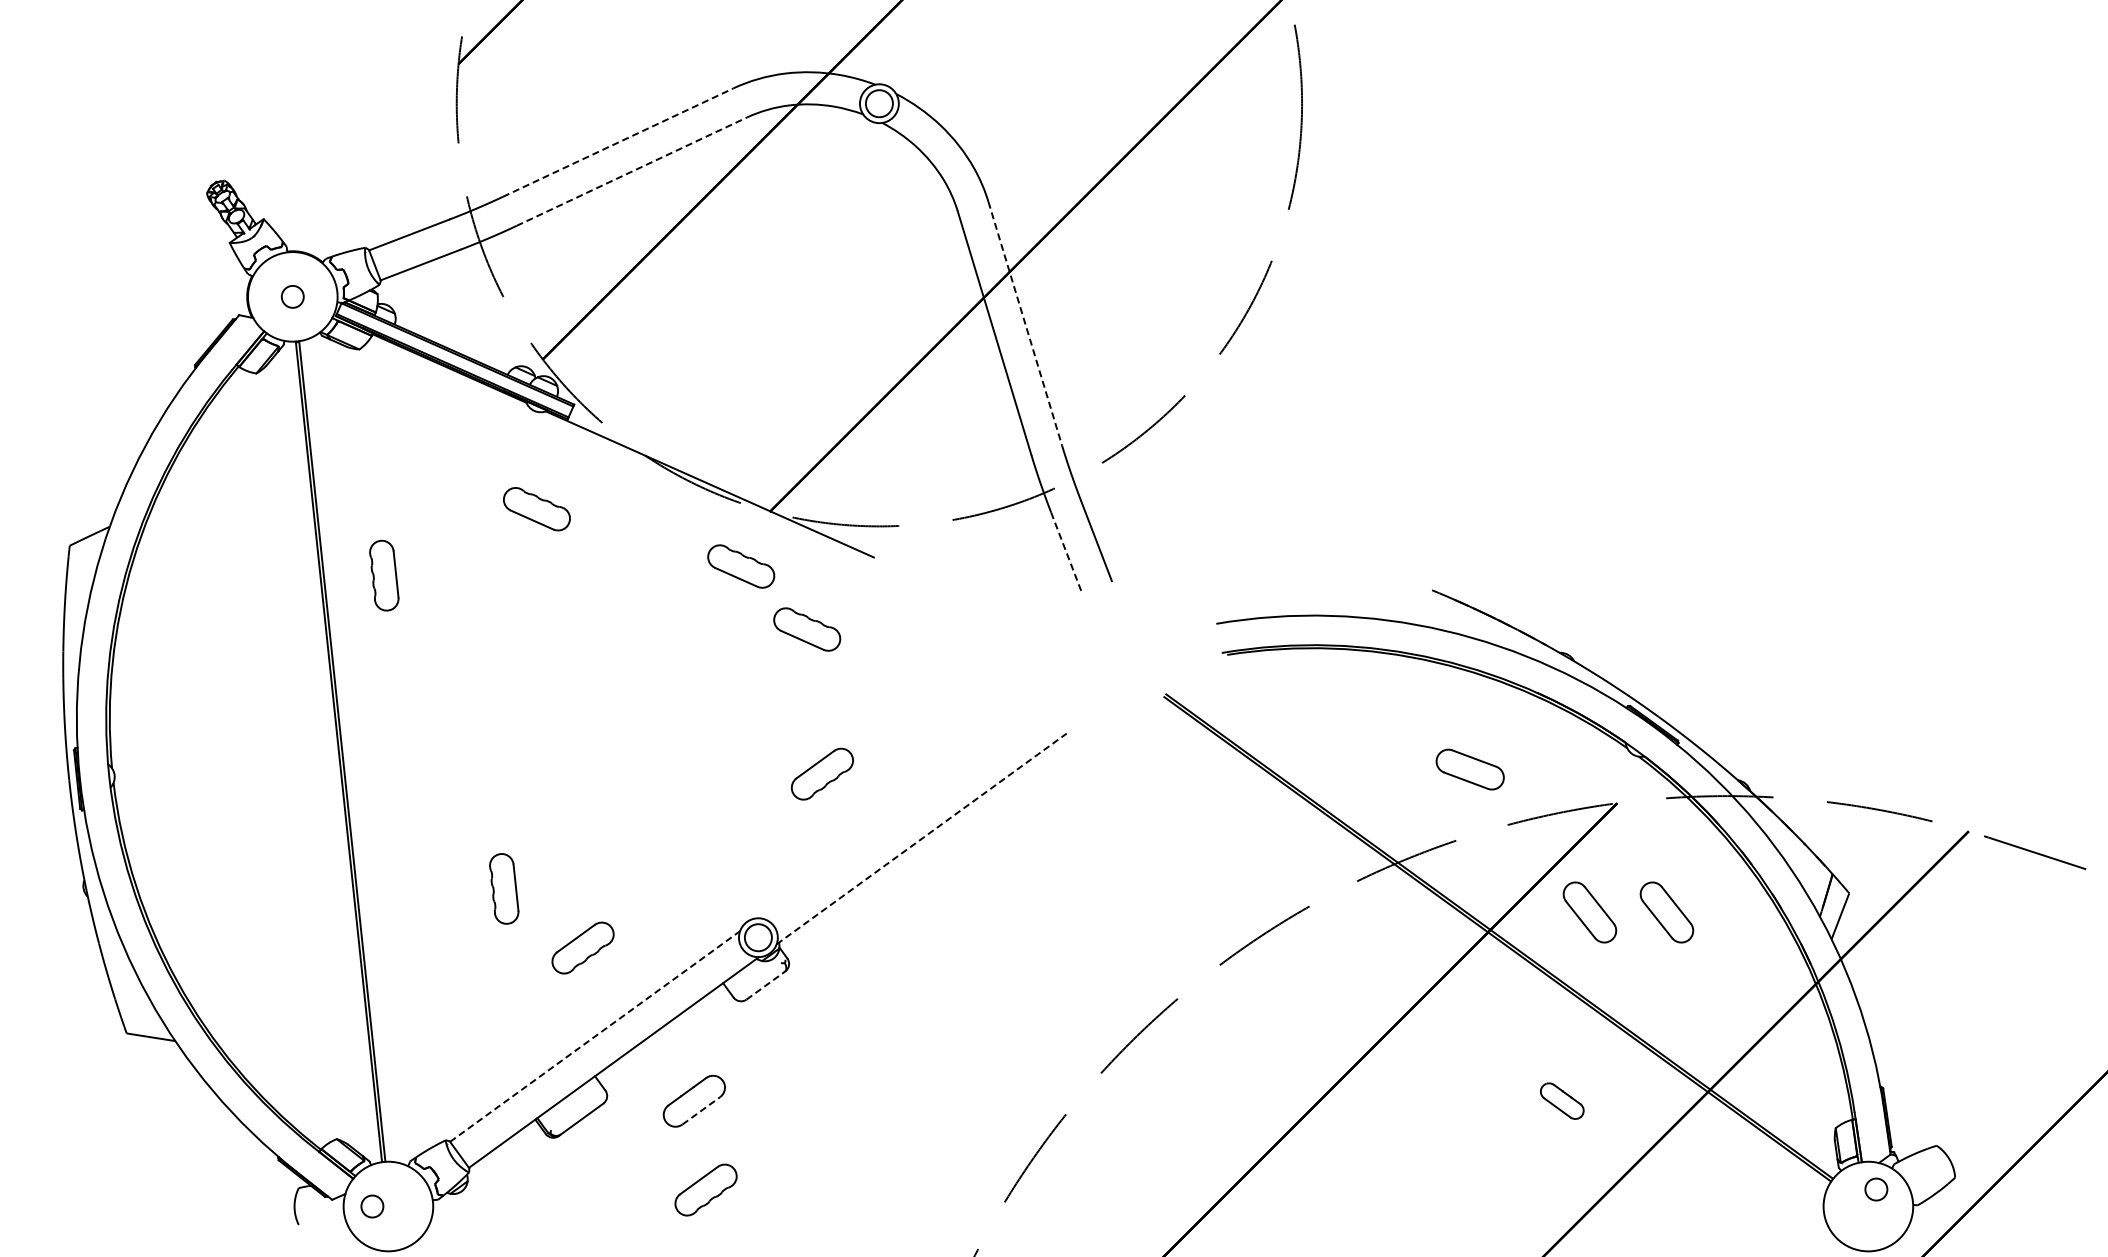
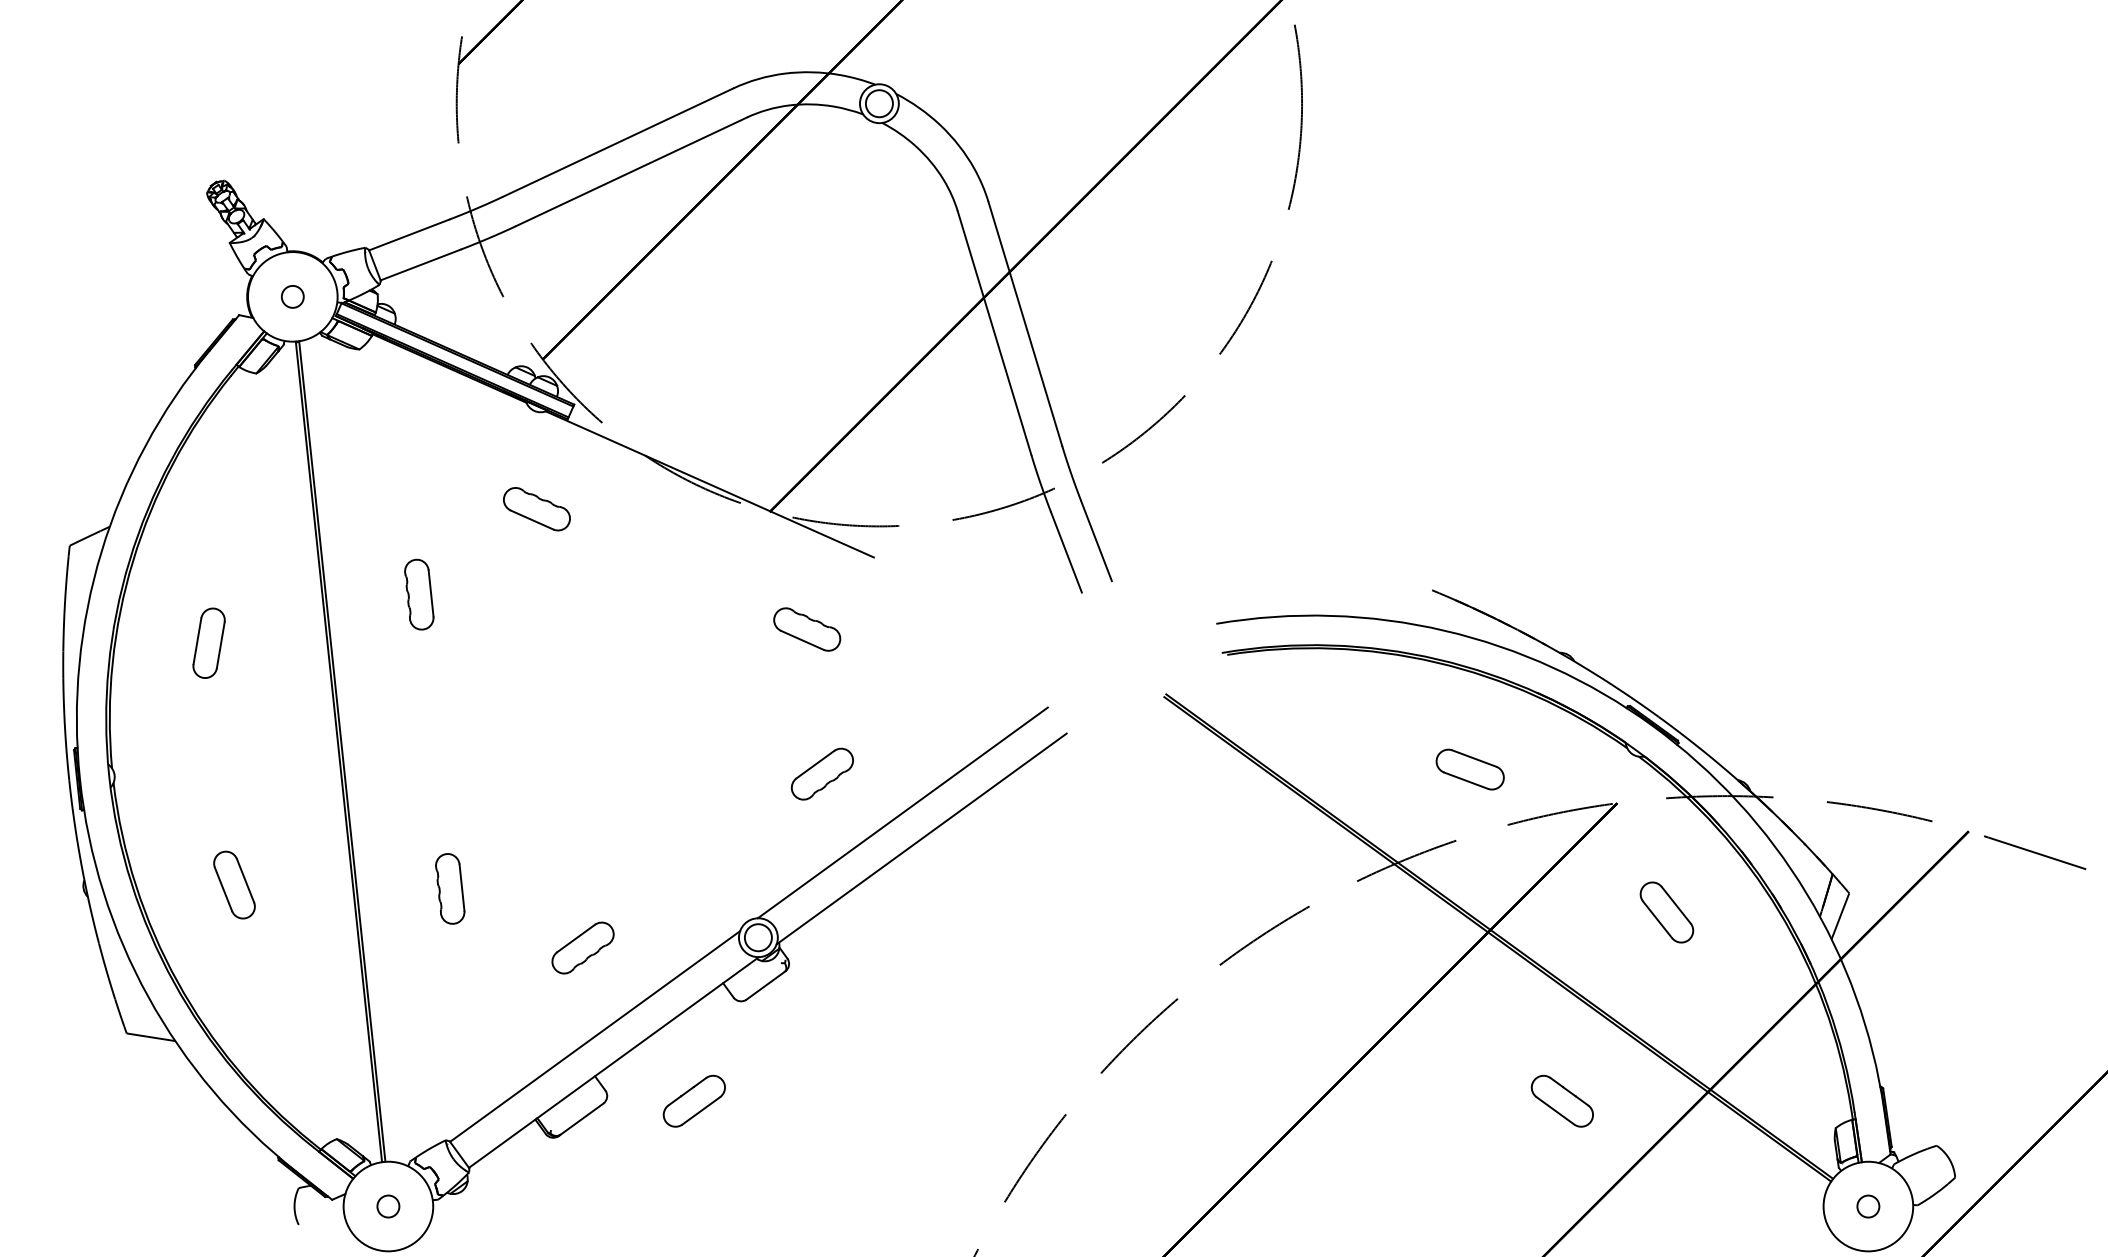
line at (618, 142): dashed -> solid
line at (632, 171): dashed -> solid
line at (1025, 324): dashed -> solid
line at (1066, 552): dashed -> solid
part at (741, 566): present -> none
part at (384, 575) position: (384, 575) -> (419, 594)
part at (208, 642): none -> present
line at (902, 812): none -> present
line at (922, 838): dashed -> solid
part at (234, 884): none -> present
part at (504, 888) position: (504, 888) -> (450, 888)
part at (1589, 912): present -> none
line at (765, 985): dashed -> solid
line at (595, 1036): dashed -> solid
part at (1562, 1100) size: 45x38 px -> 64x54 px
line at (701, 1110): dashed -> solid
part at (705, 1189): present -> none
circle at (1876, 1189) position: (1876, 1189) -> (1868, 1206)
circle at (372, 1206) position: (372, 1206) -> (388, 1206)
